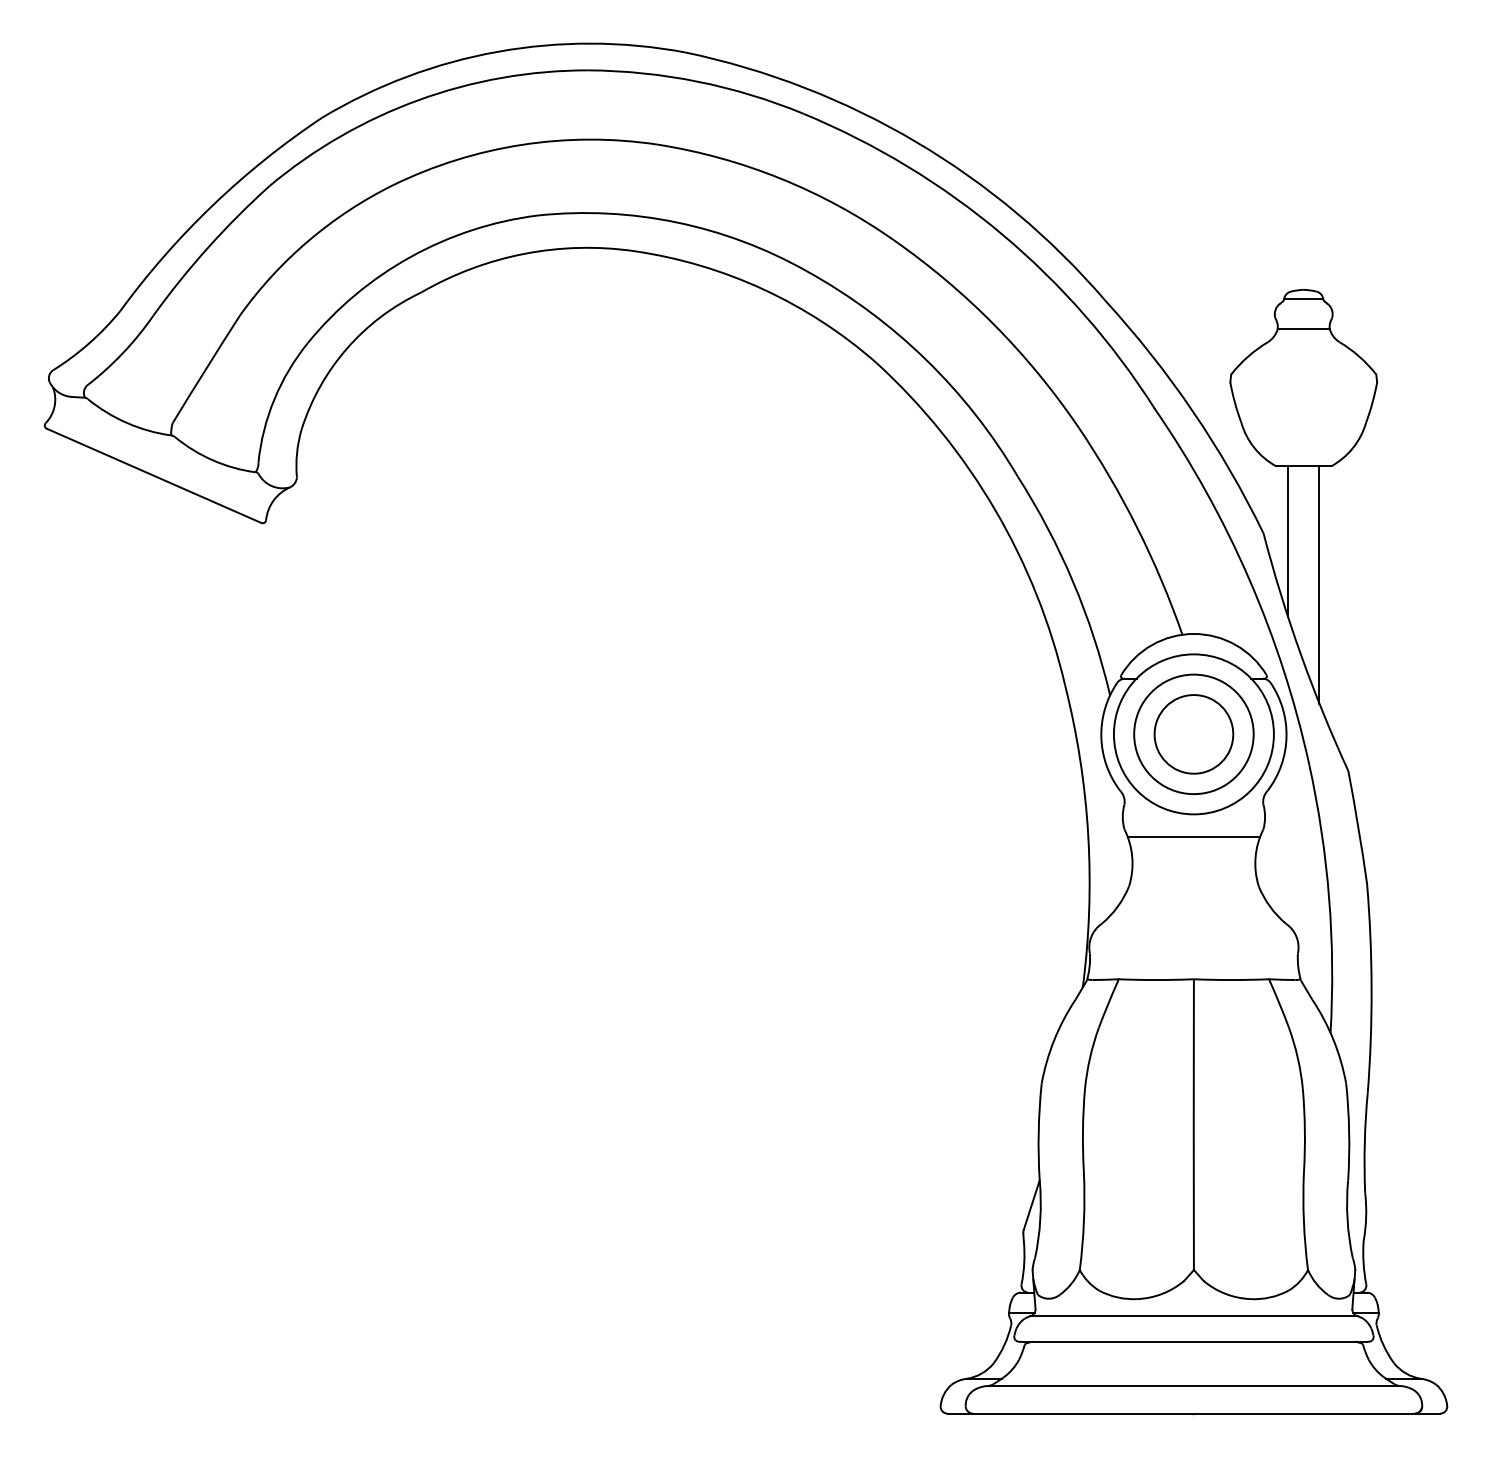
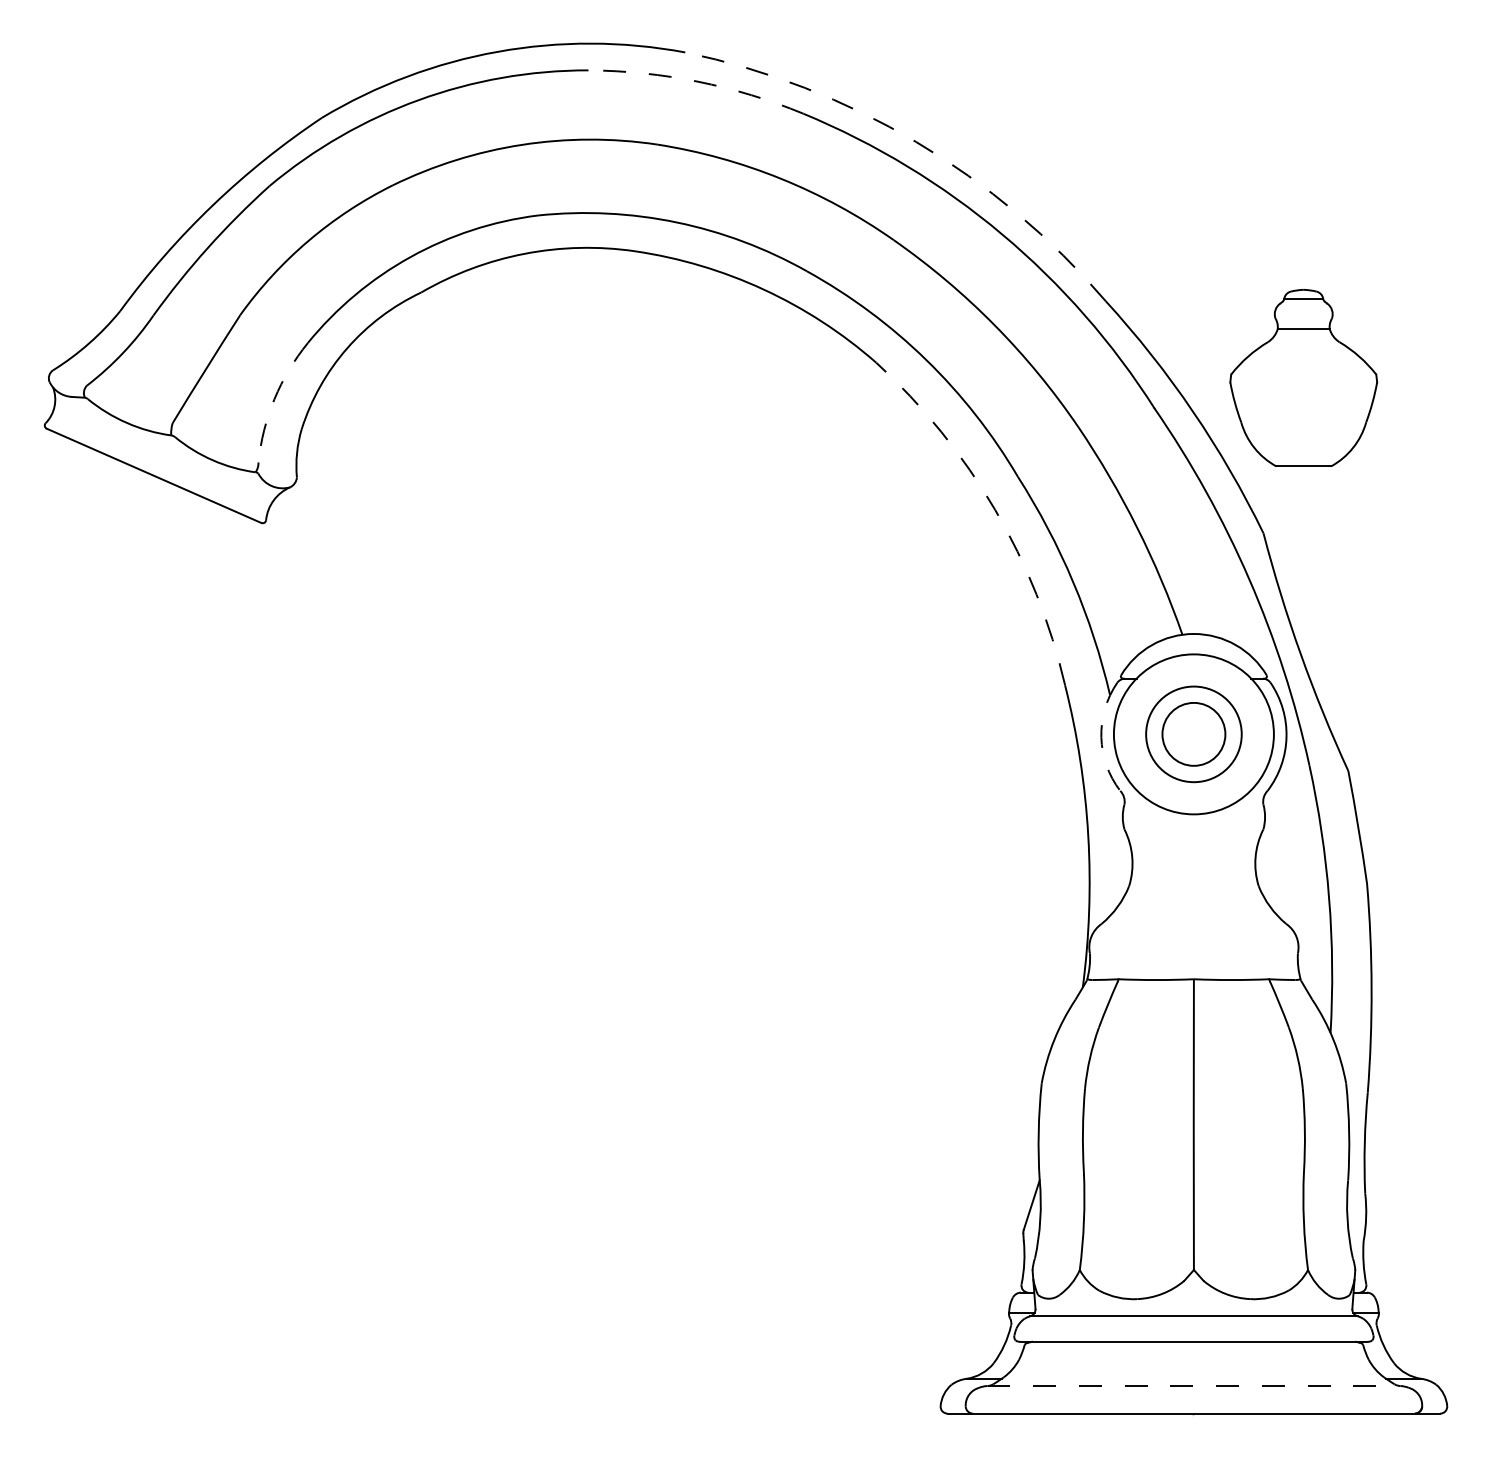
arc at (698, 81): solid -> dashed
arc at (916, 141): solid -> dashed
arc at (274, 399): solid -> dashed
arc at (995, 509): solid -> dashed
line at (1287, 541): present -> none
line at (1319, 584): present -> none
circle at (1193, 734) diameter: 120 px -> 96 px
circle at (1193, 734) diameter: 79 px -> 63 px
arc at (1101, 737): solid -> dashed
line at (1193, 836): present -> none
line at (1194, 1386): solid -> dashed
